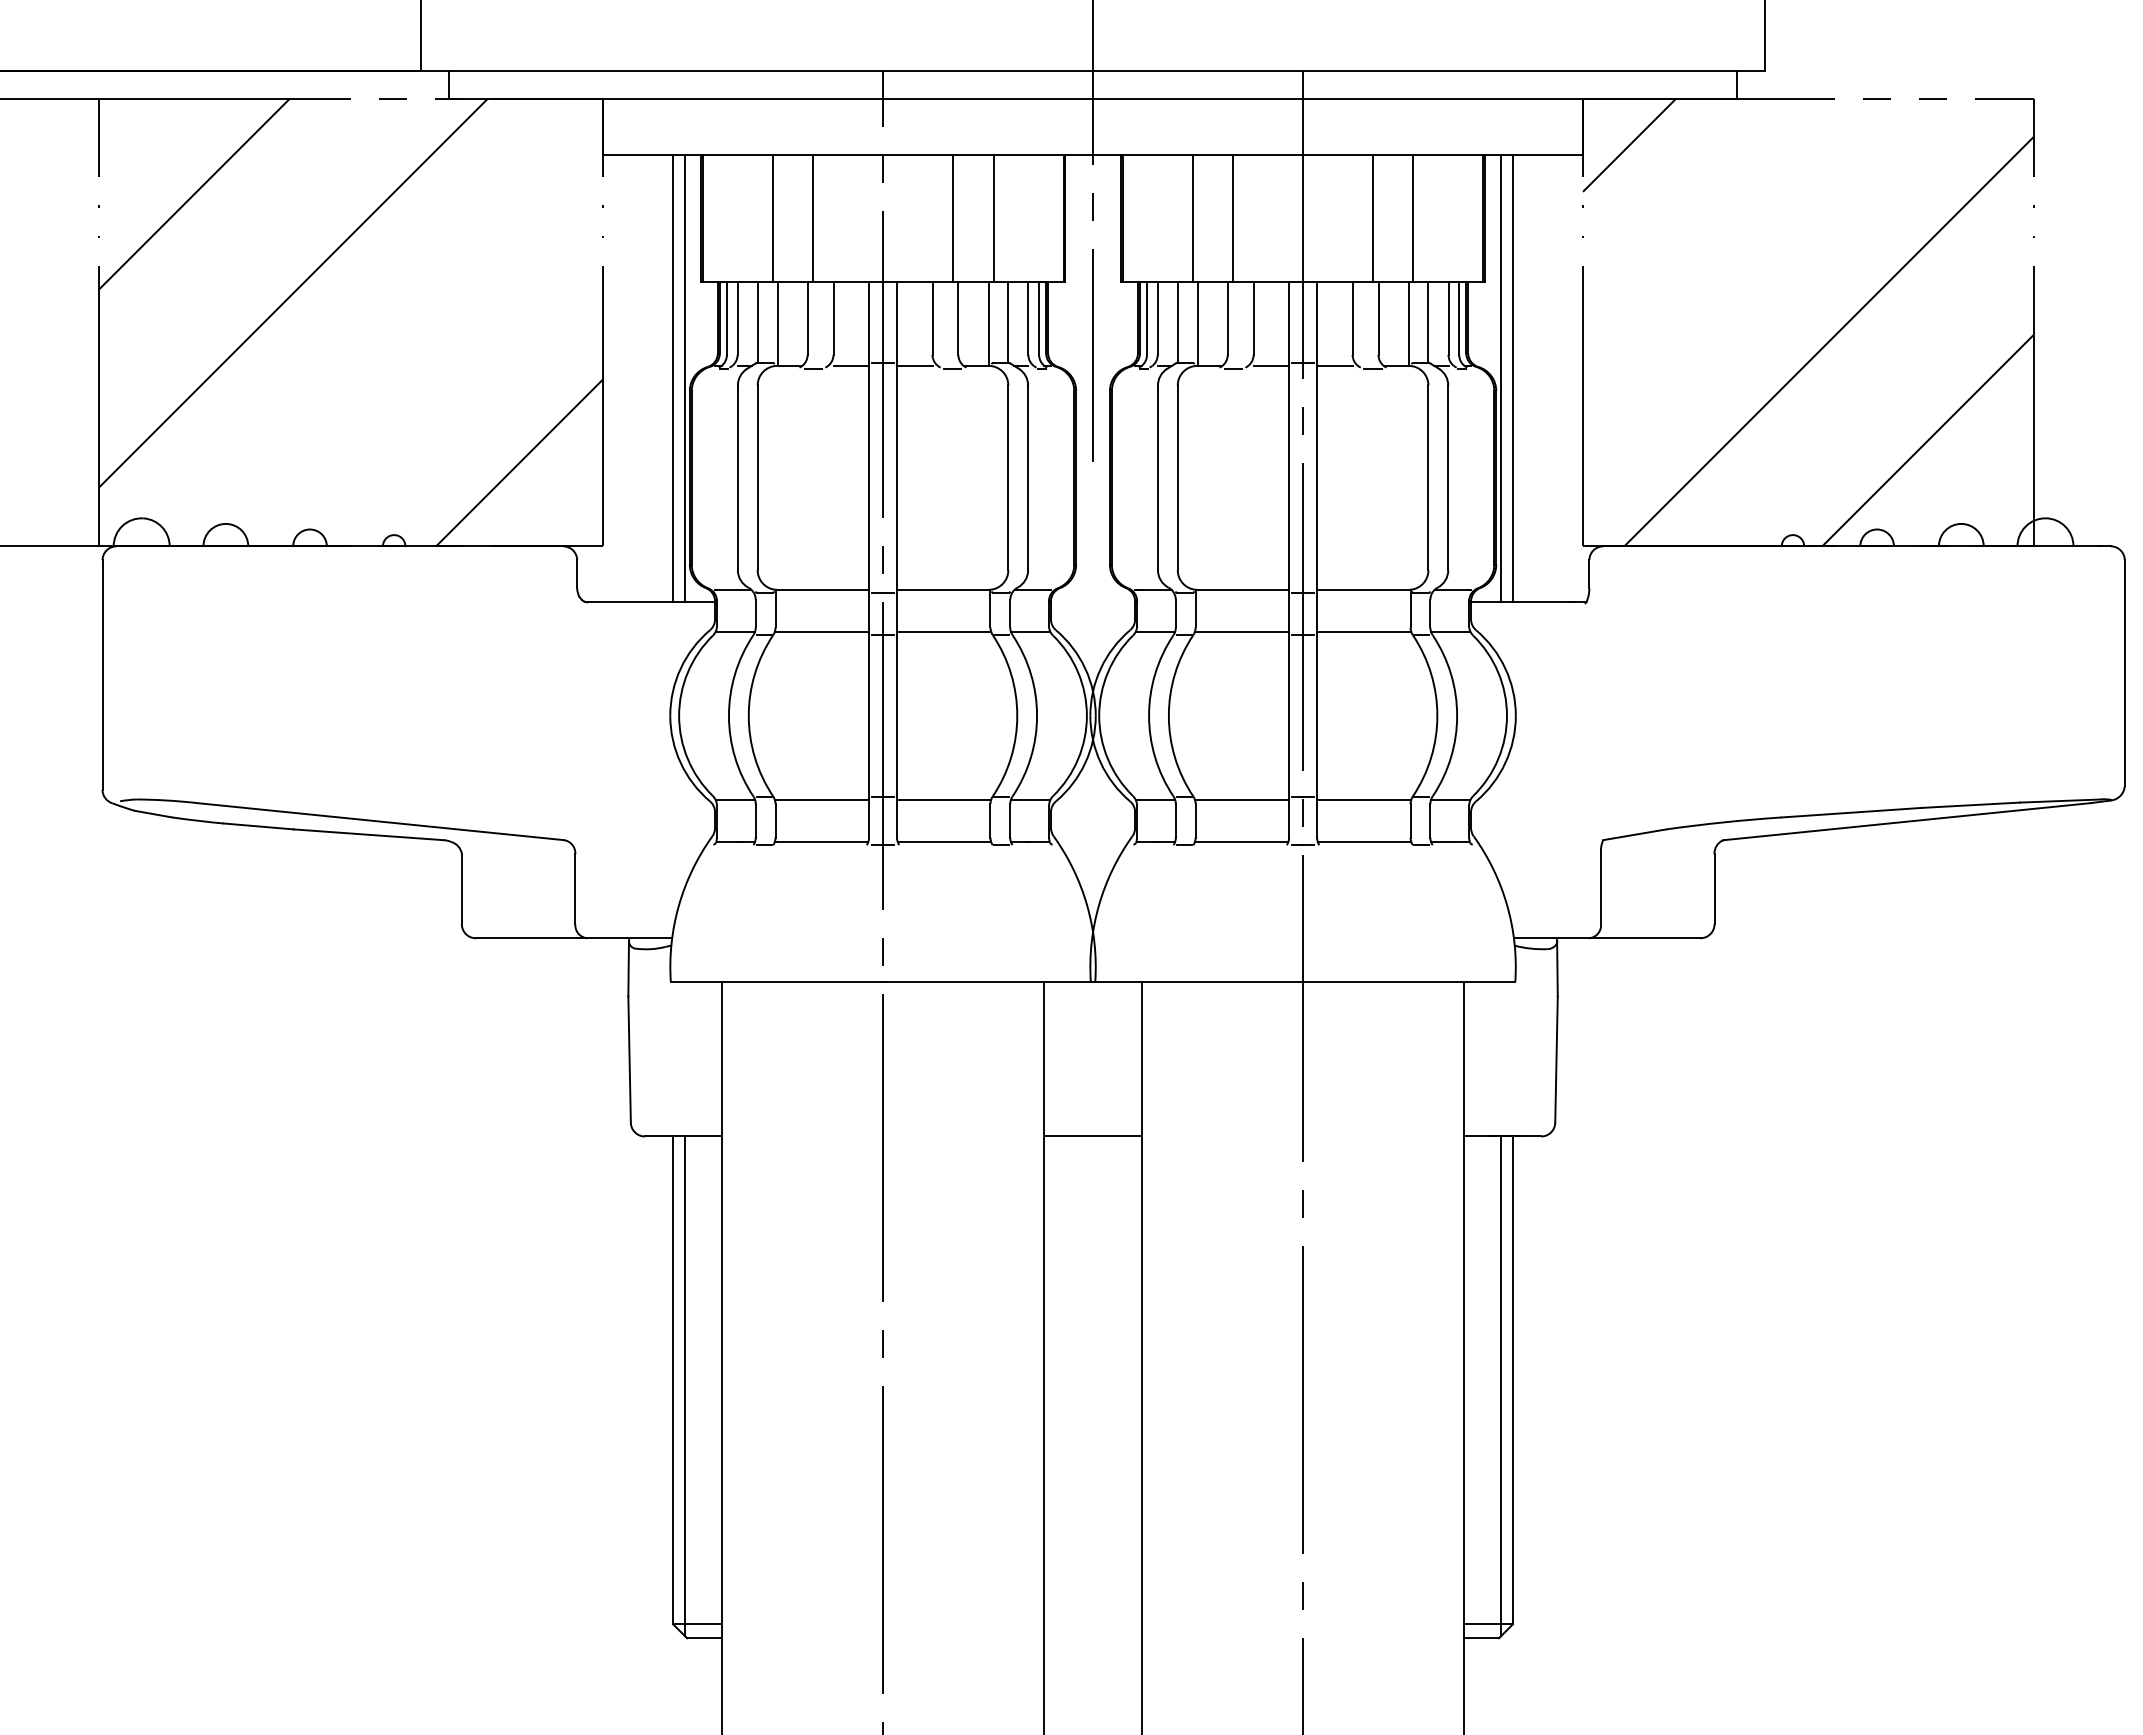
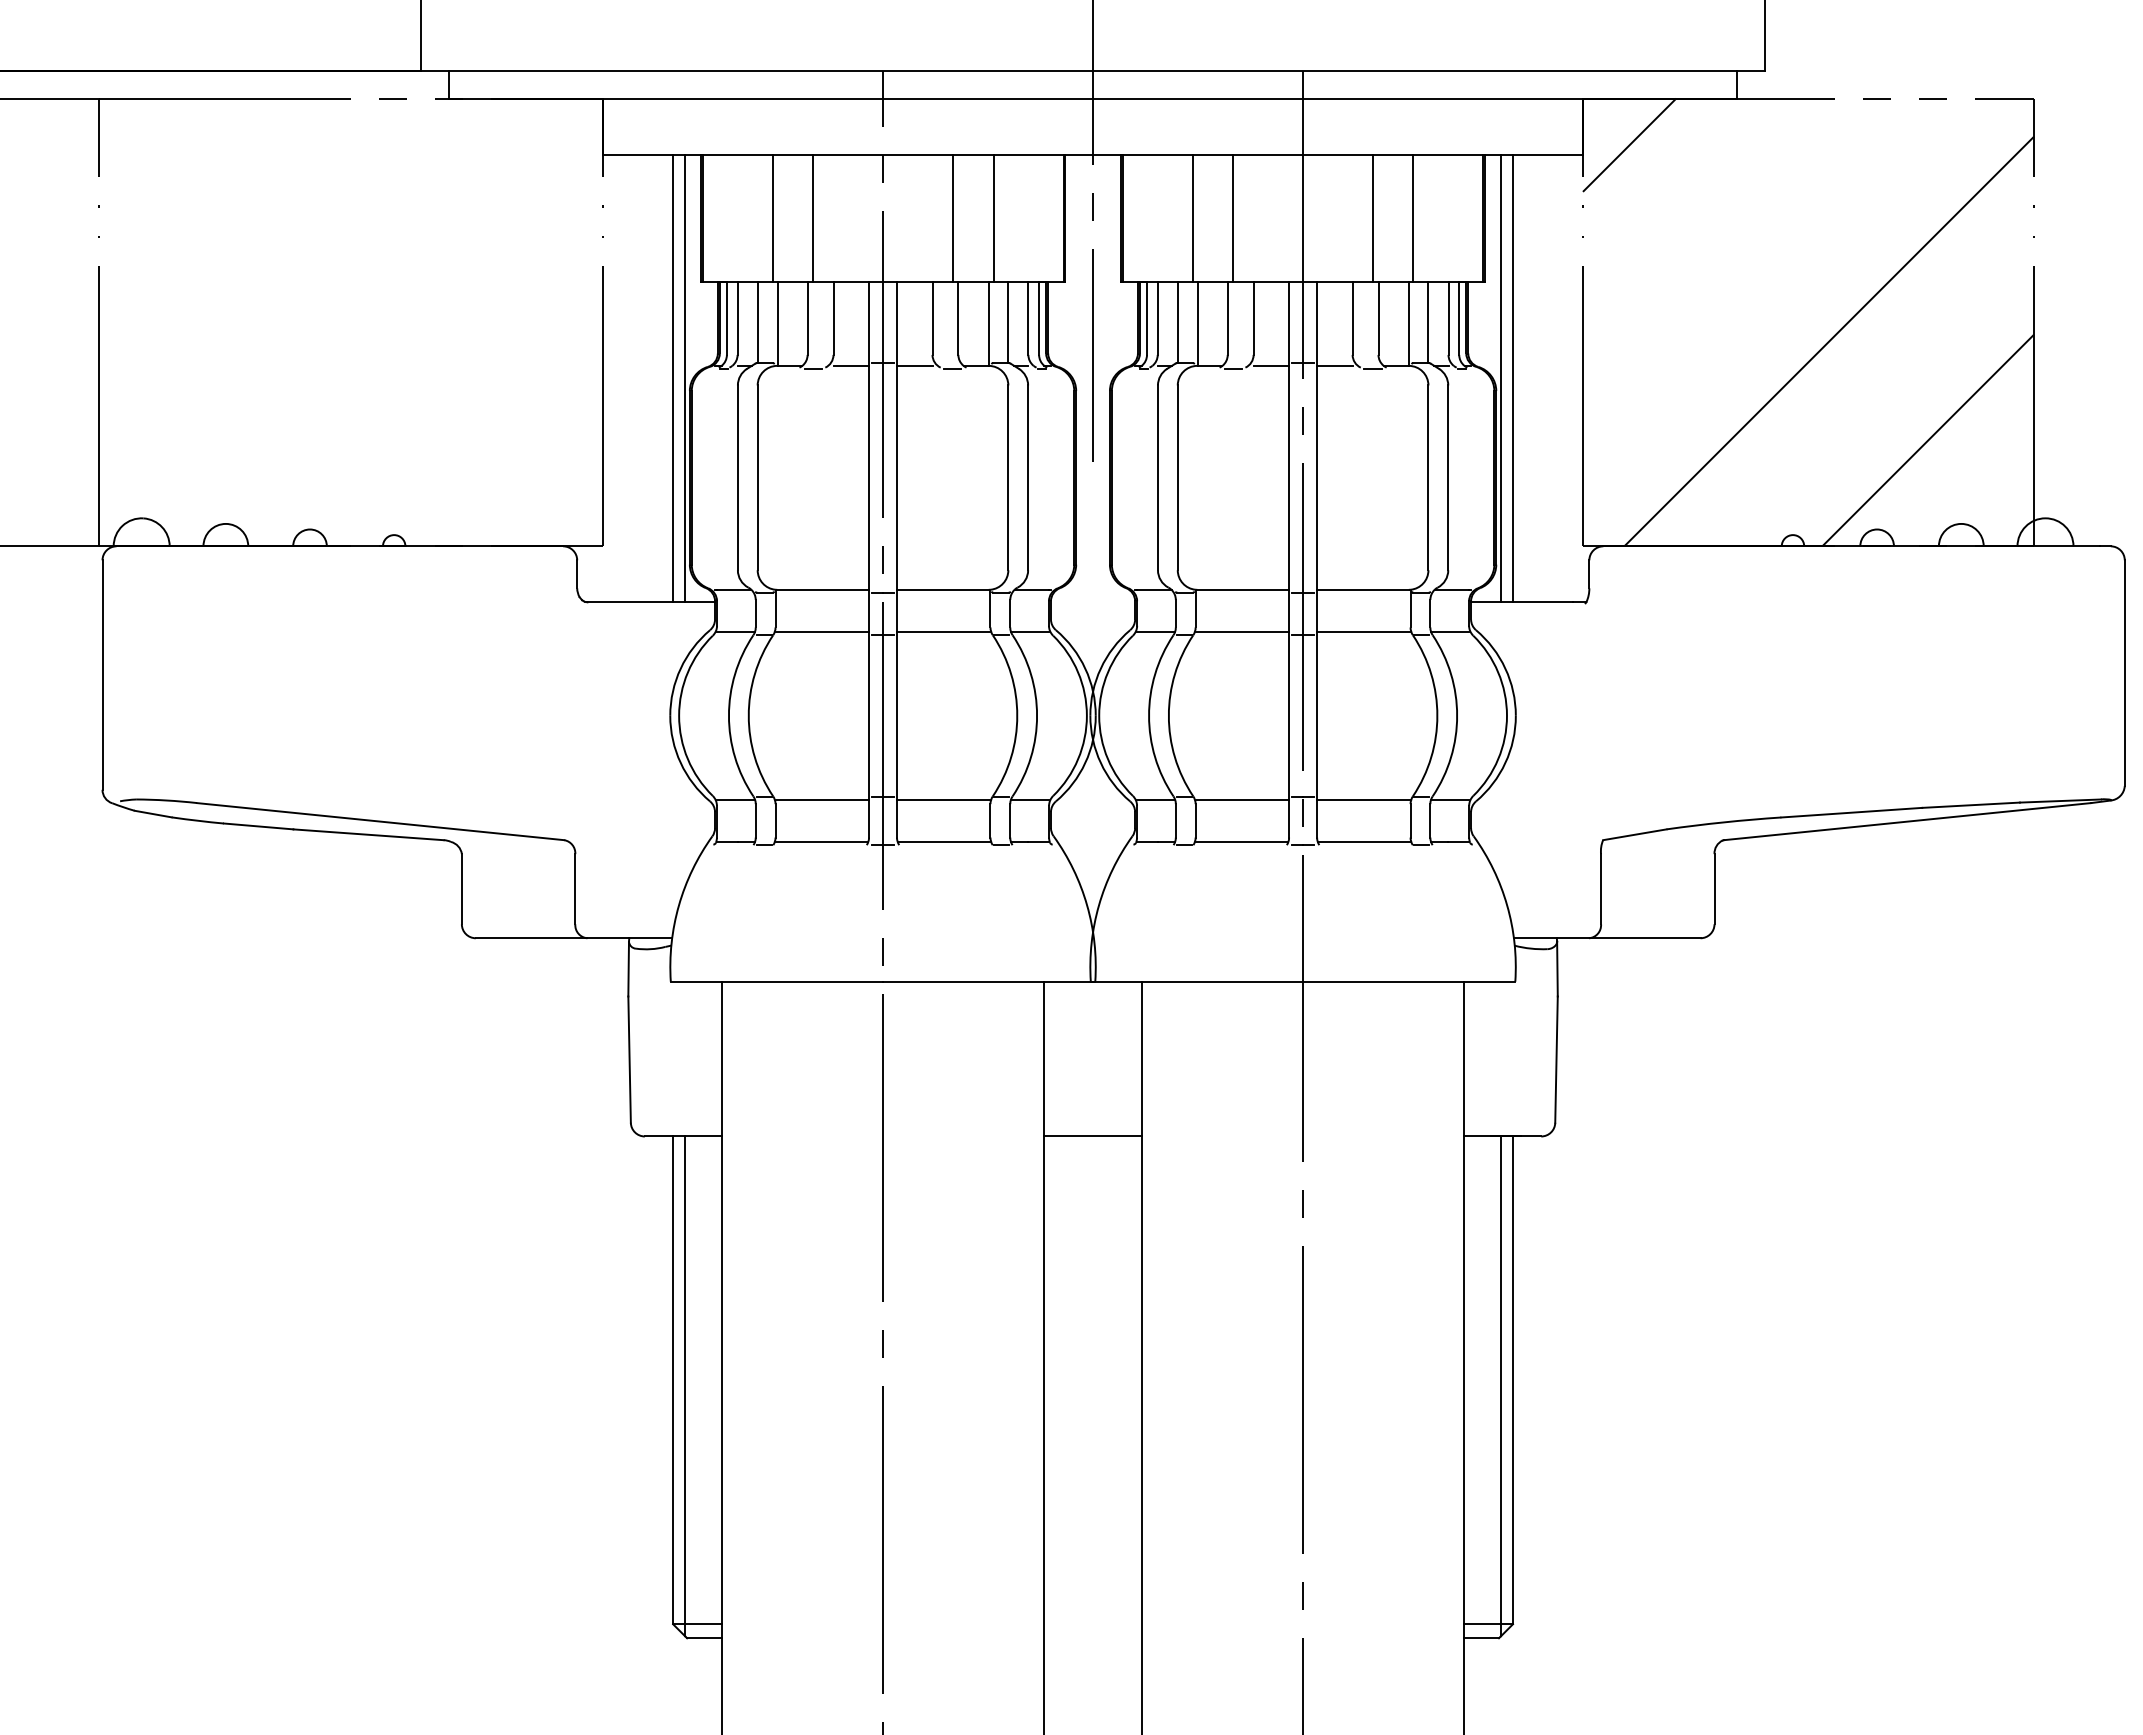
hatch at (351, 322): present -> none
